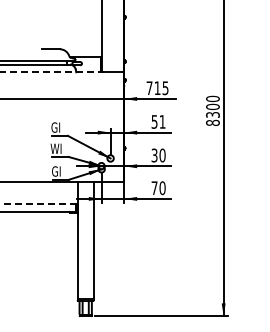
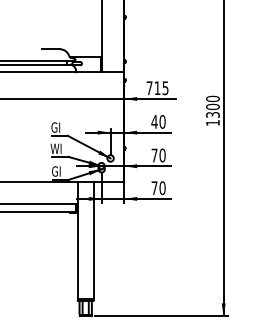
line at (50, 72): dashed -> solid
text at (158, 121): 51 -> 40
text at (212, 122): 8300 -> 1300
text at (154, 155): 30 -> 70
line at (38, 203): dashed -> solid
